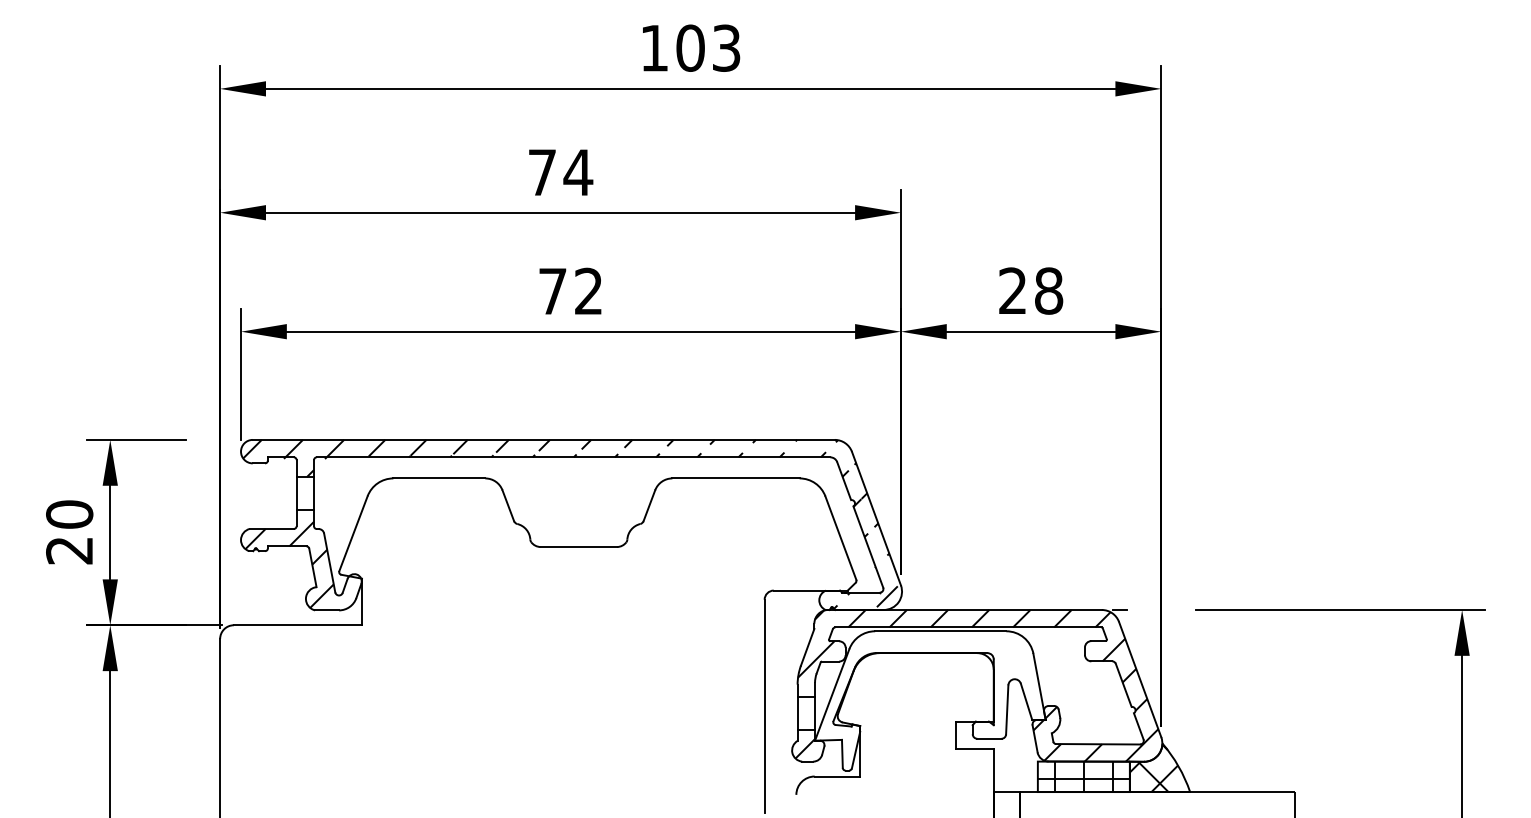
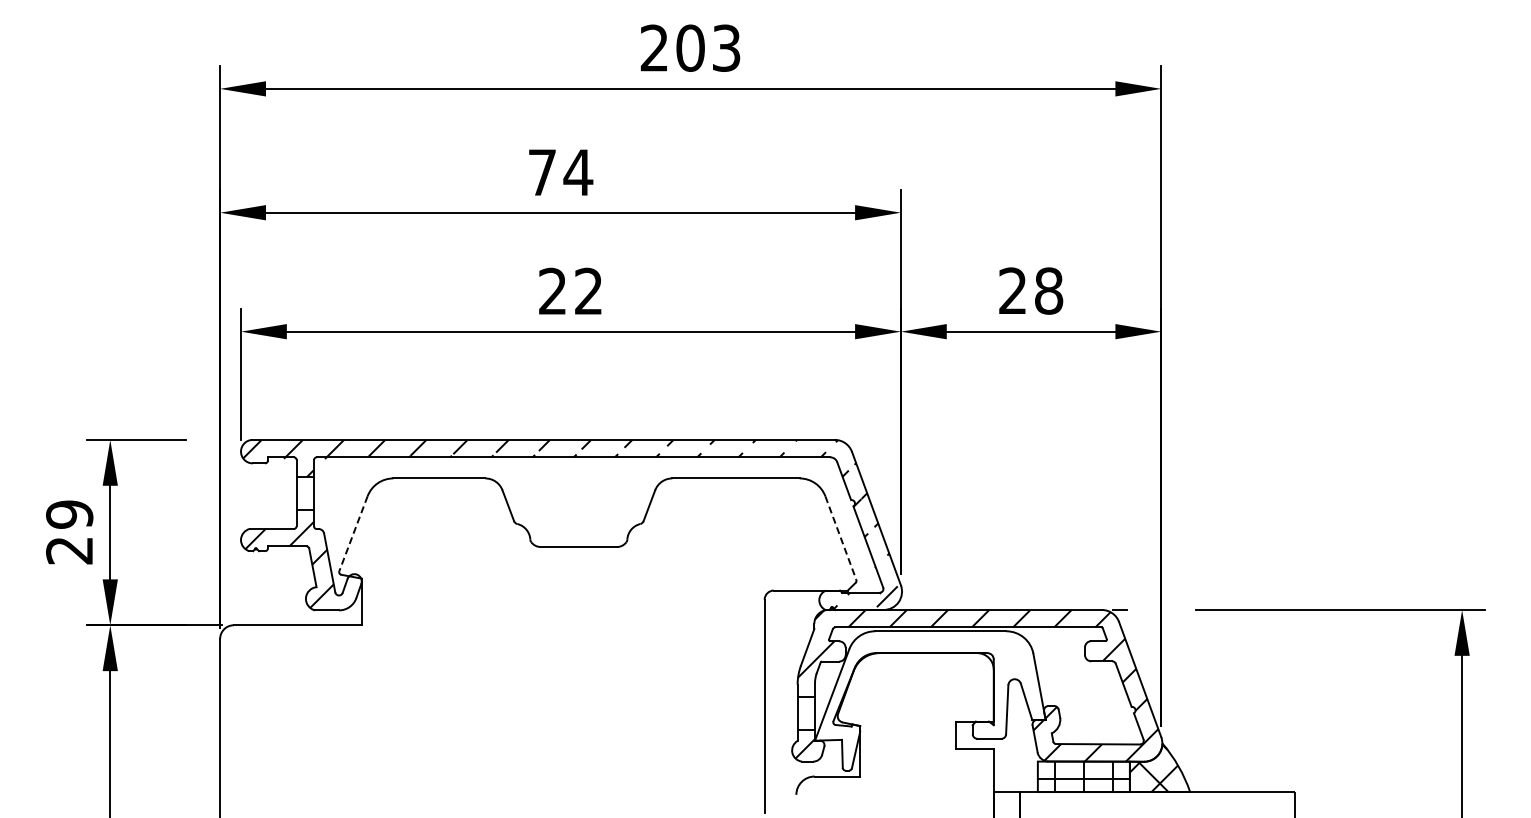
text at (653, 47): 103 -> 203
text at (552, 290): 72 -> 22
text at (69, 514): 20 -> 29
line at (353, 534): solid -> dashed
line at (840, 538): solid -> dashed
